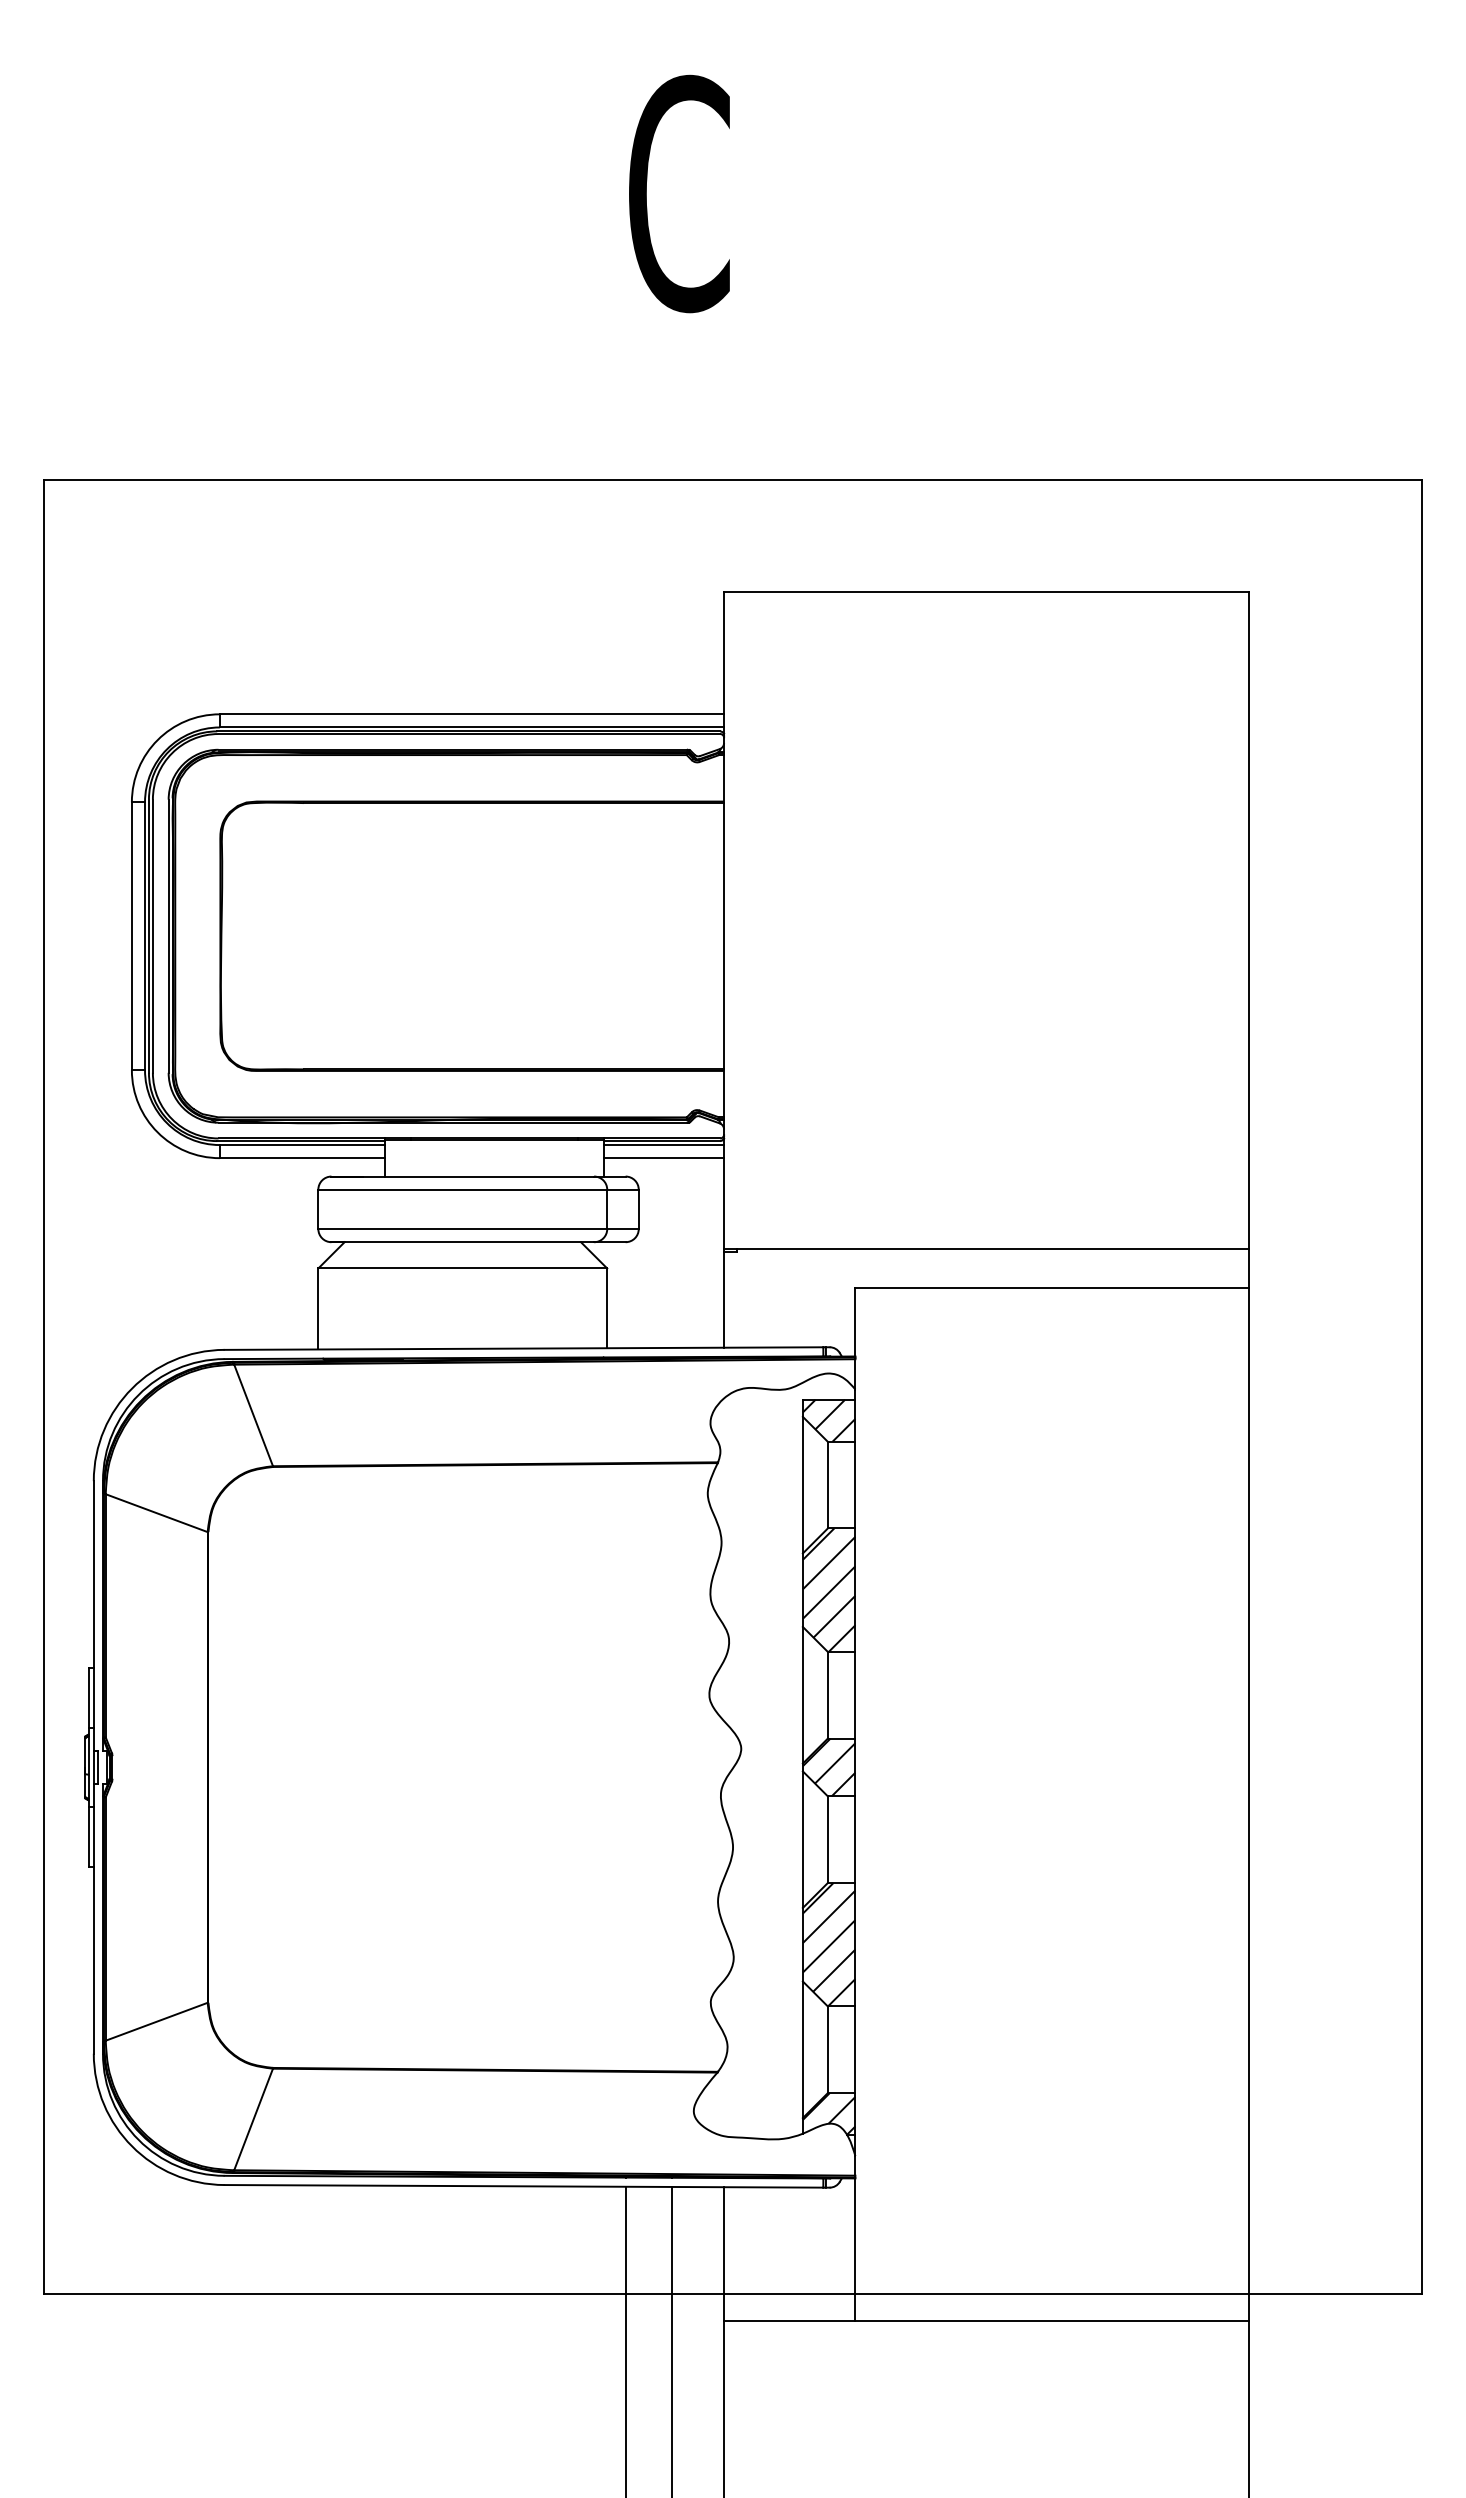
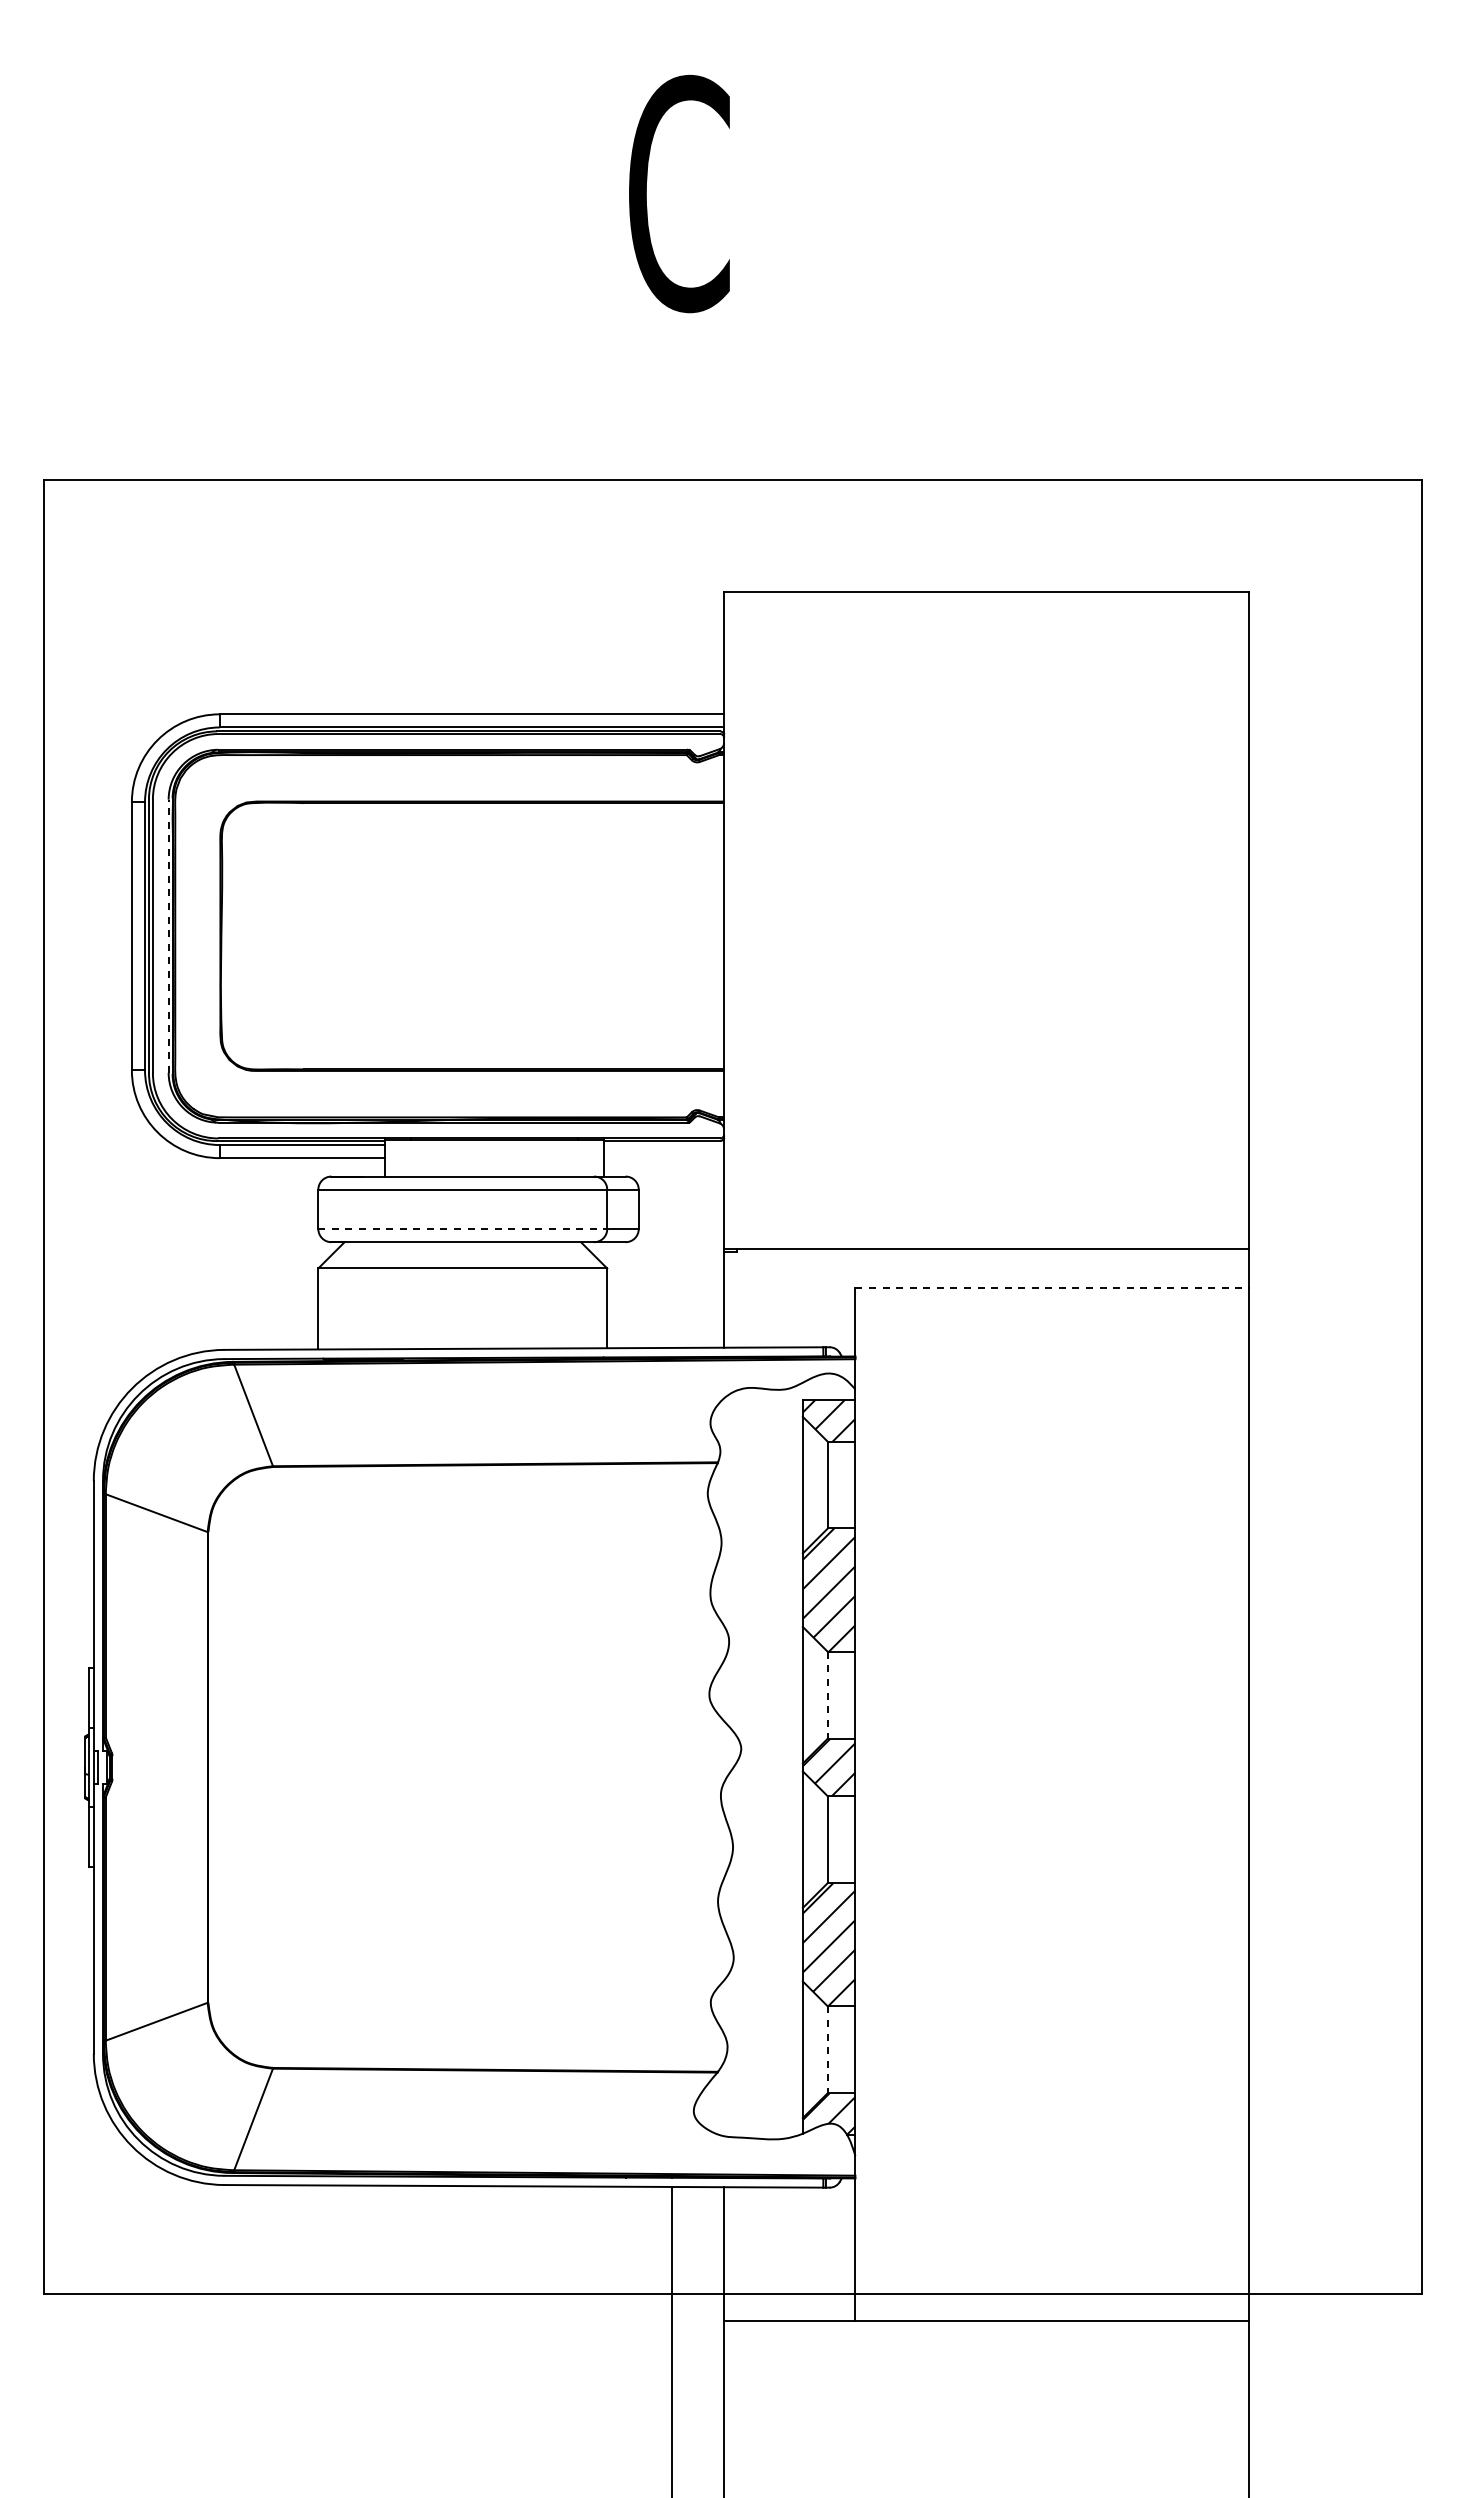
line at (168, 936): solid -> dashed
line at (663, 1145): present -> none
line at (663, 1158): present -> none
line at (463, 1229): solid -> dashed
line at (1052, 1288): solid -> dashed
line at (827, 1695): solid -> dashed
line at (827, 2050): solid -> dashed
line at (625, 2340): present -> none
